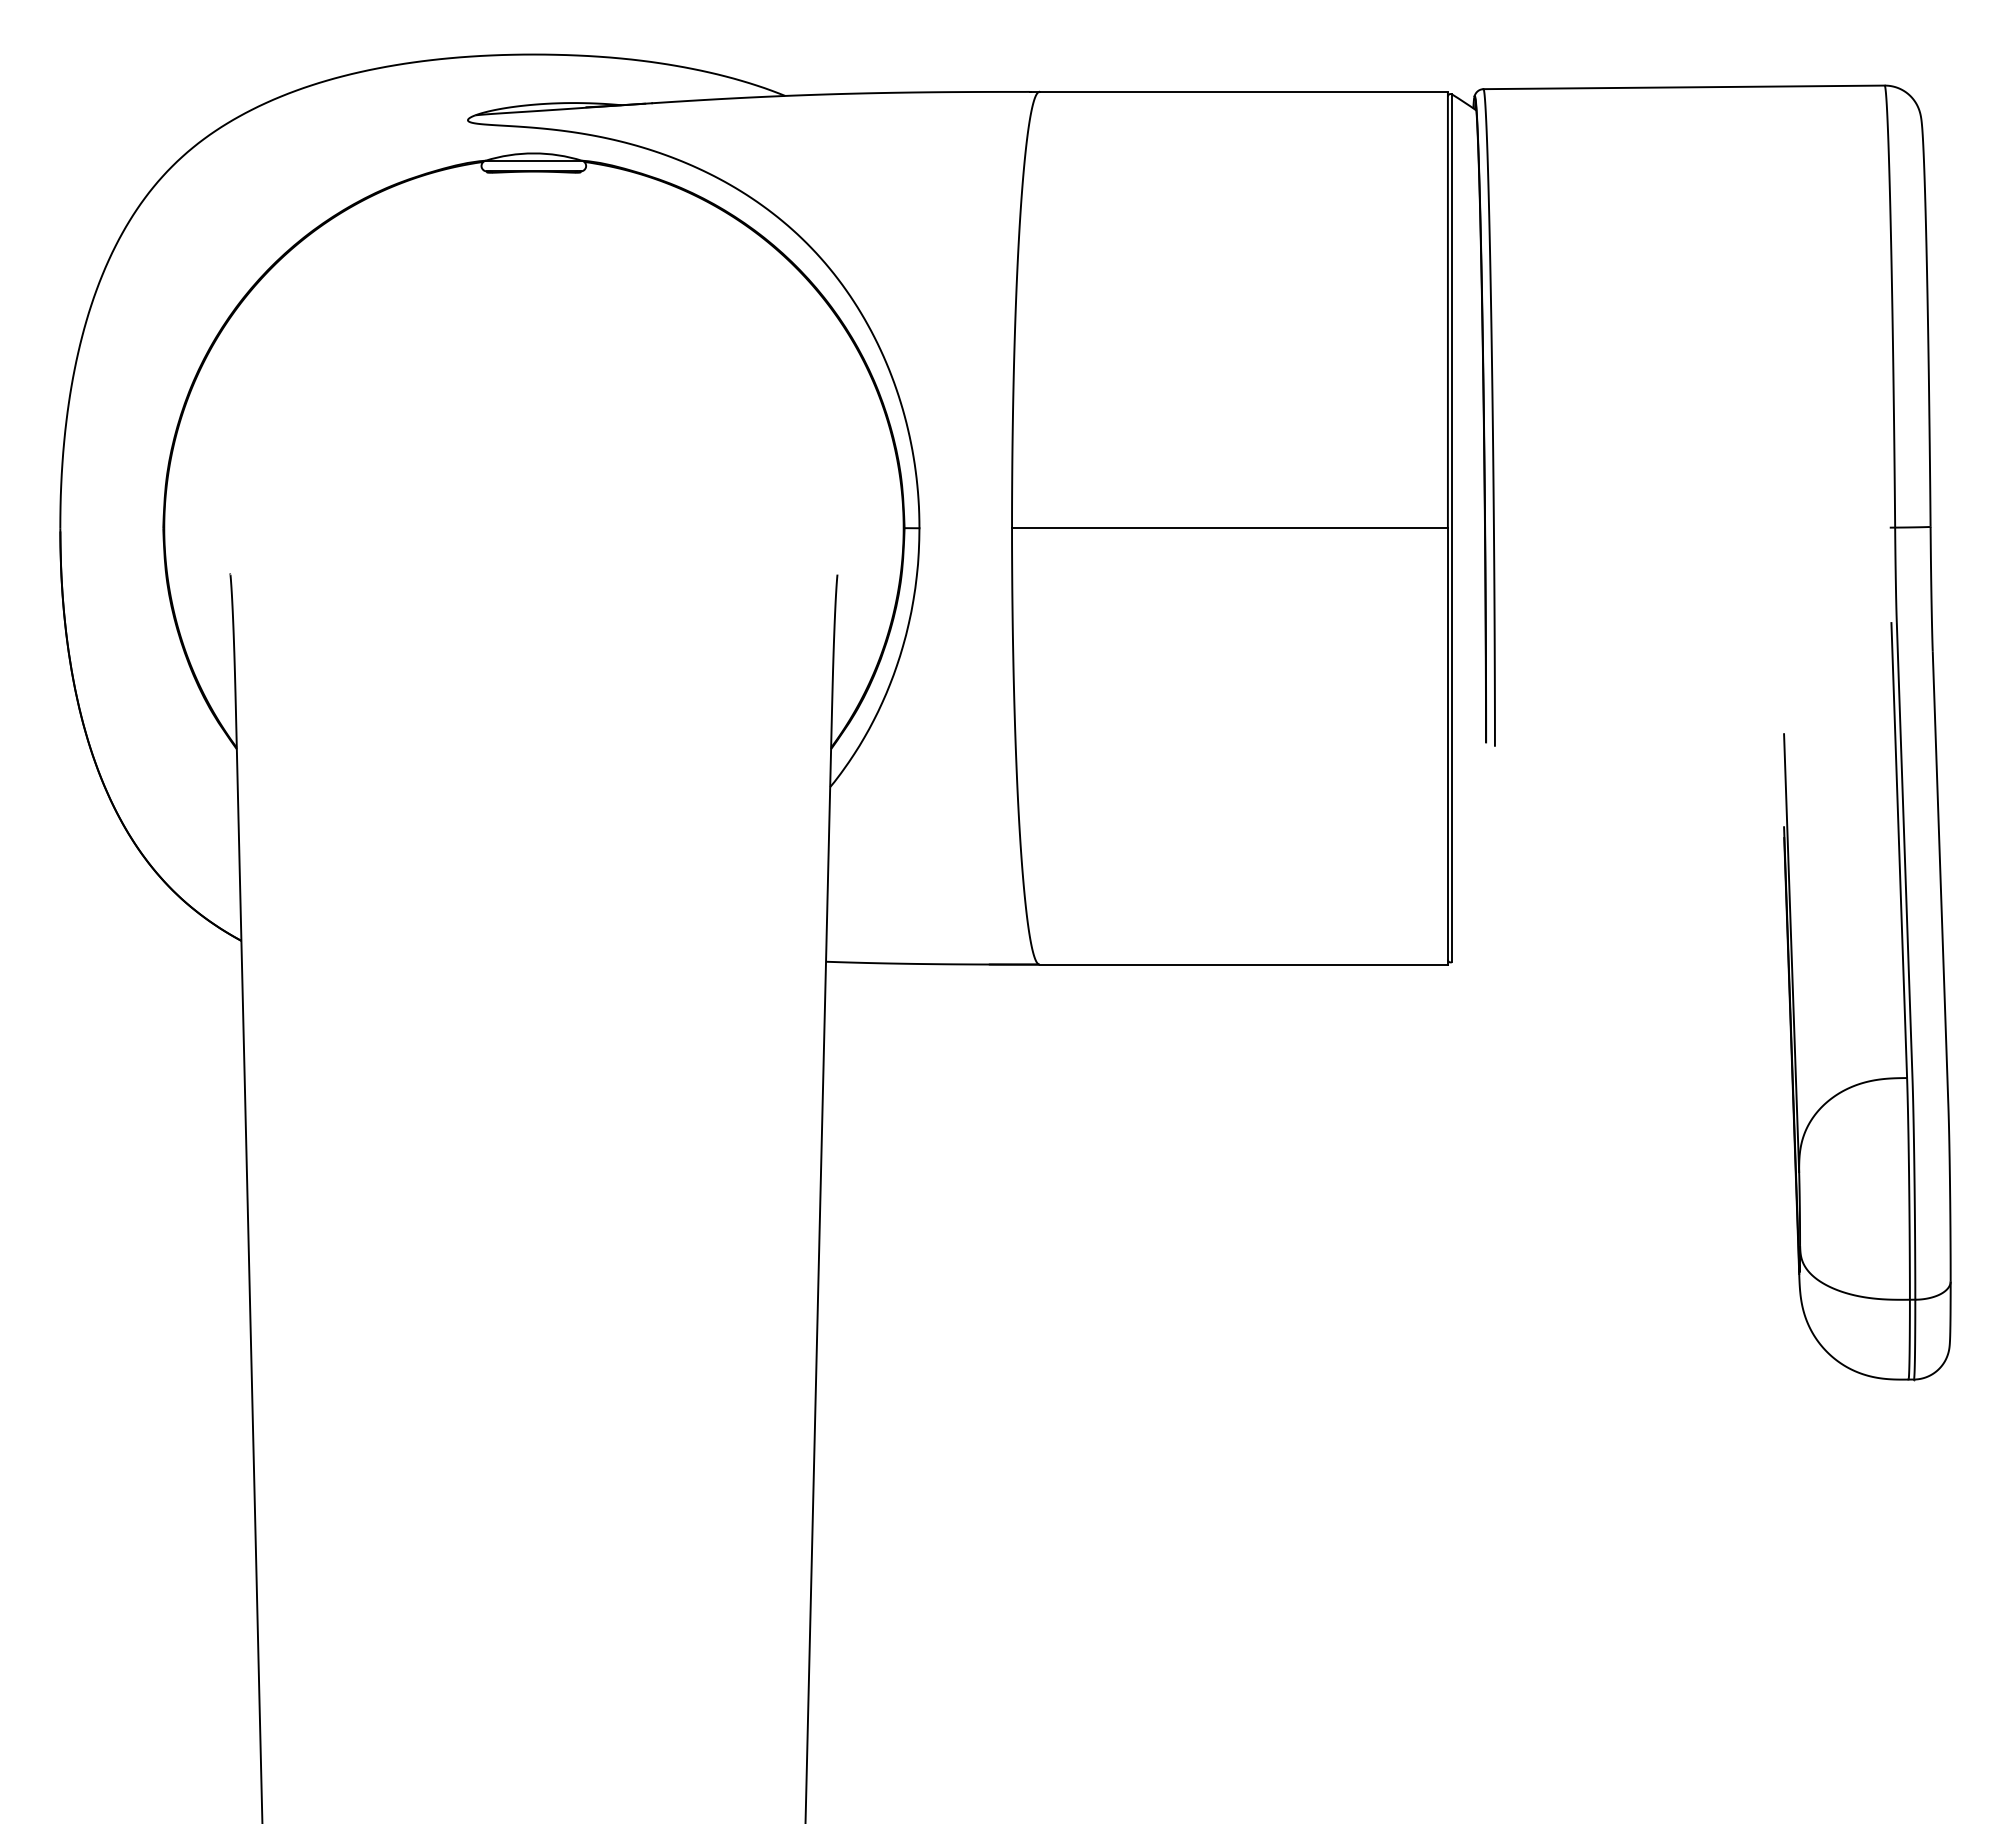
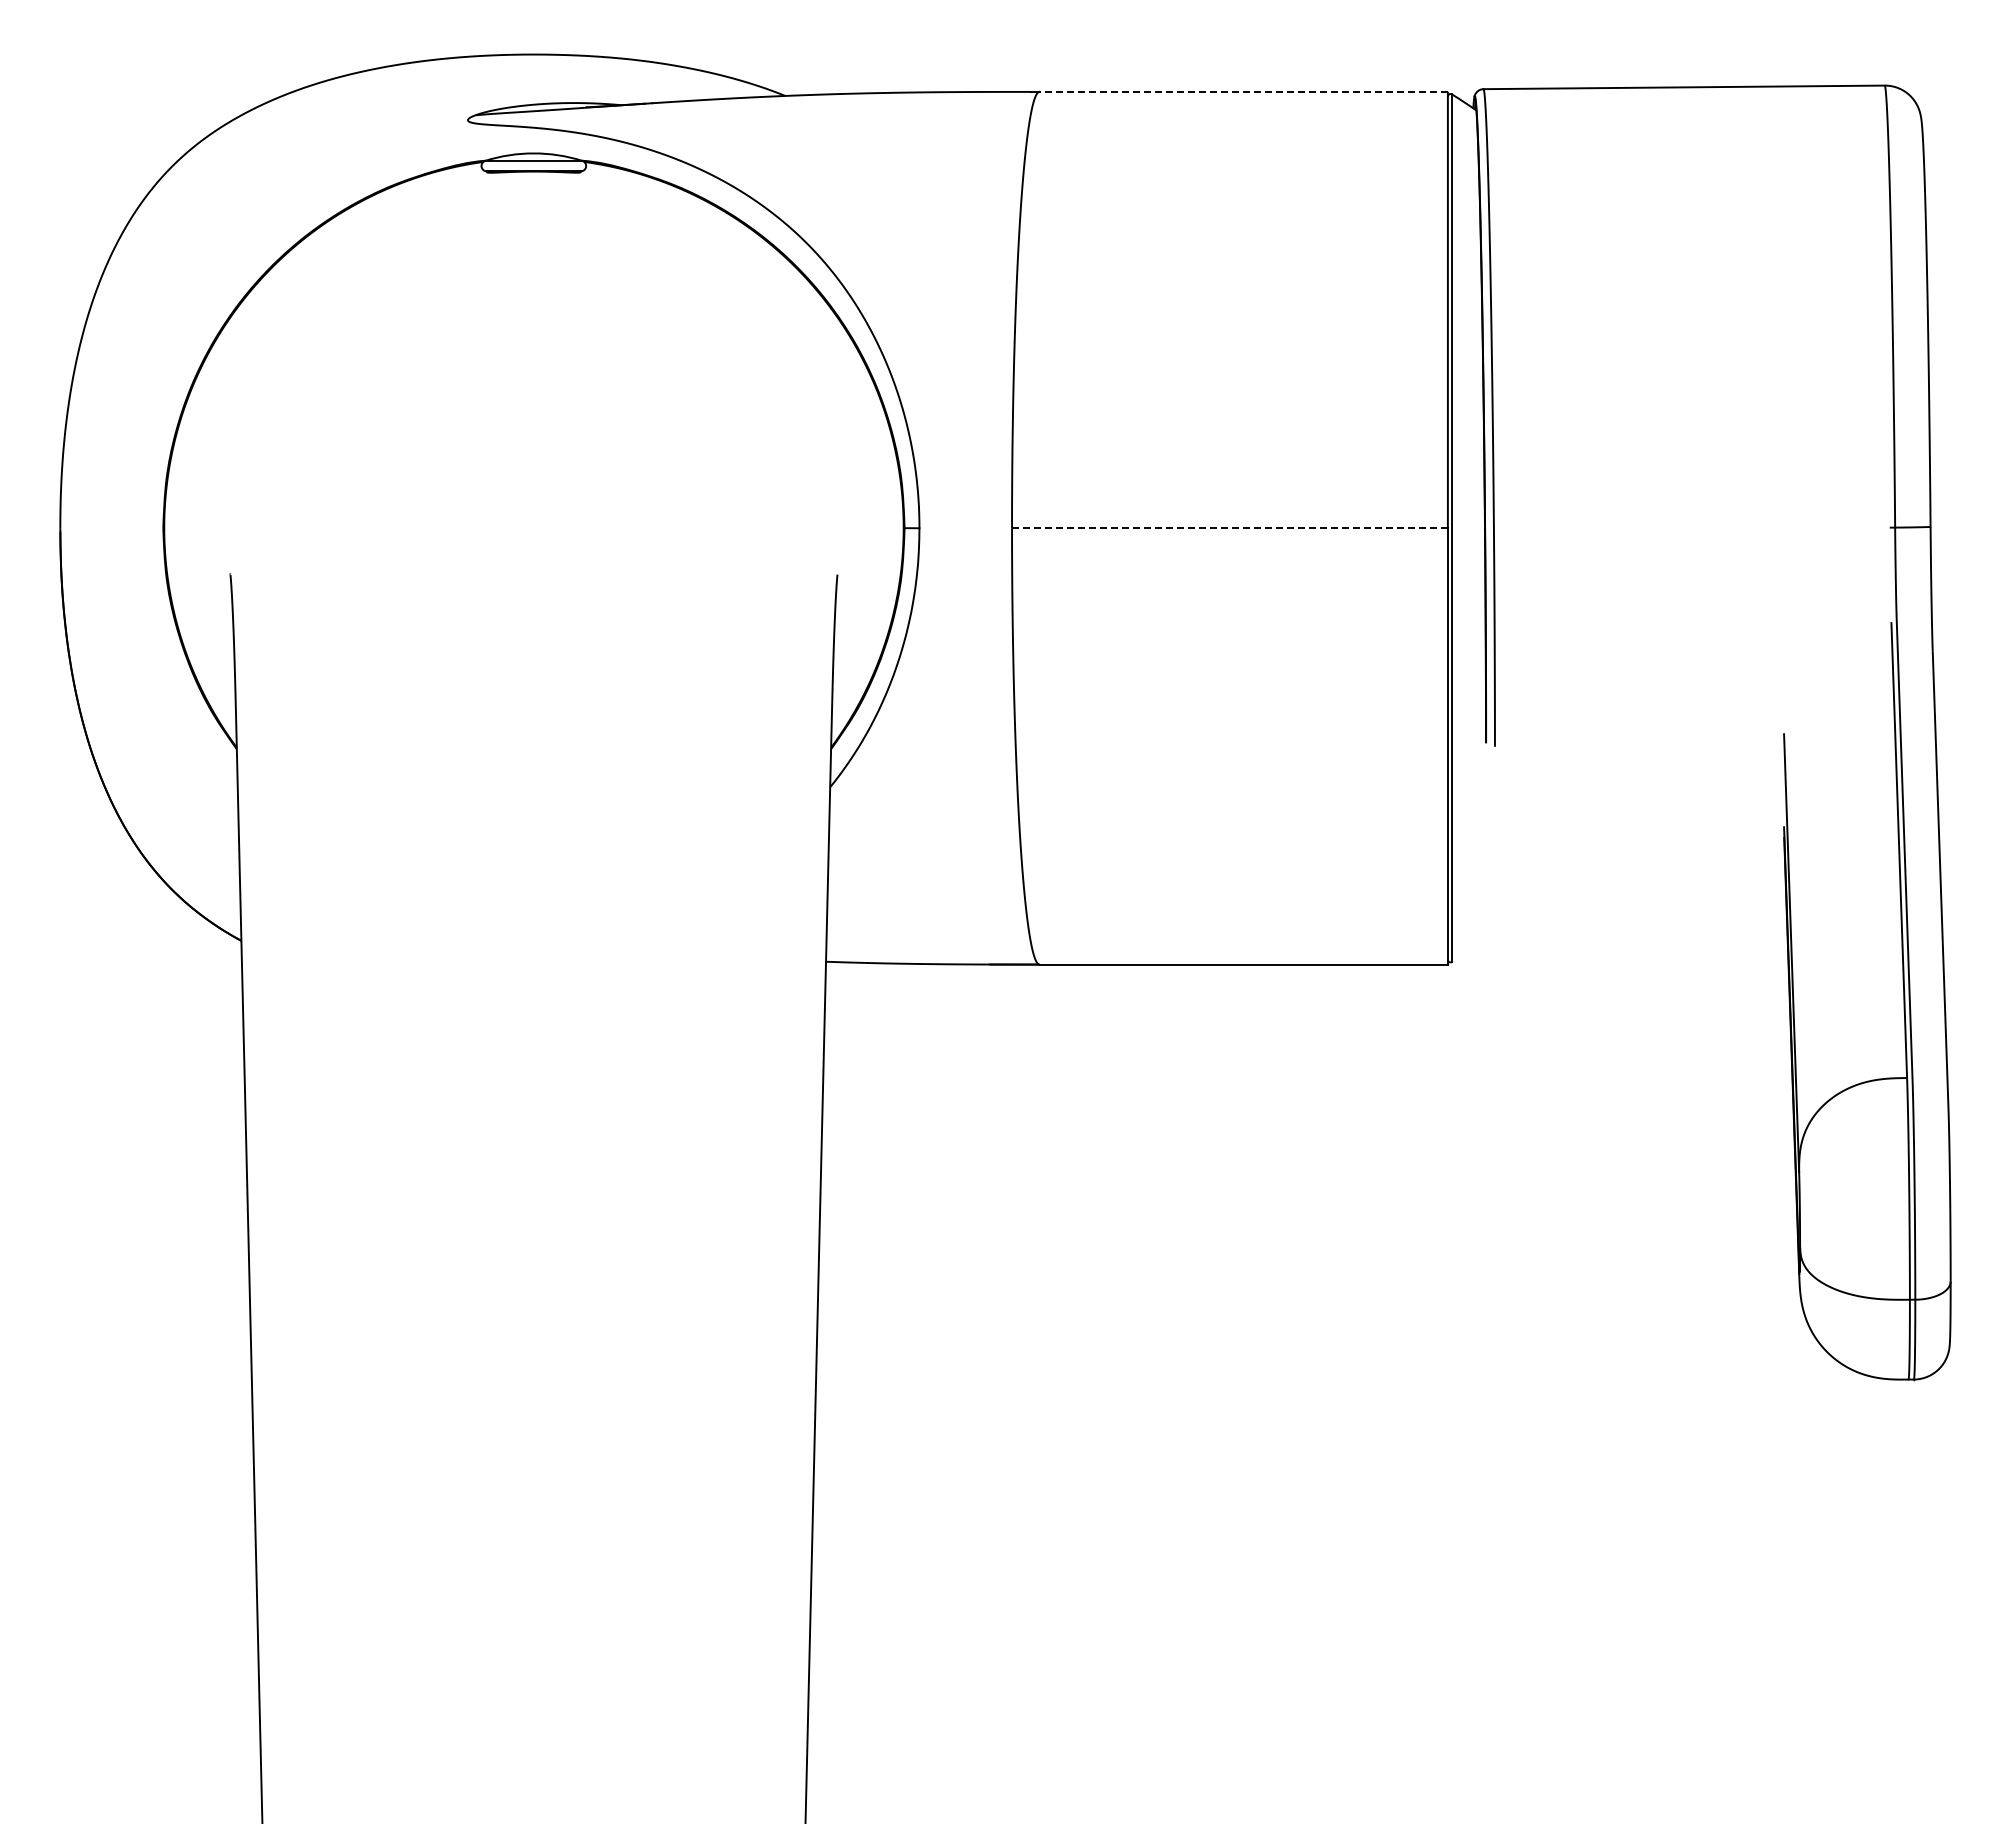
line at (1243, 91): solid -> dashed
line at (1229, 528): solid -> dashed
